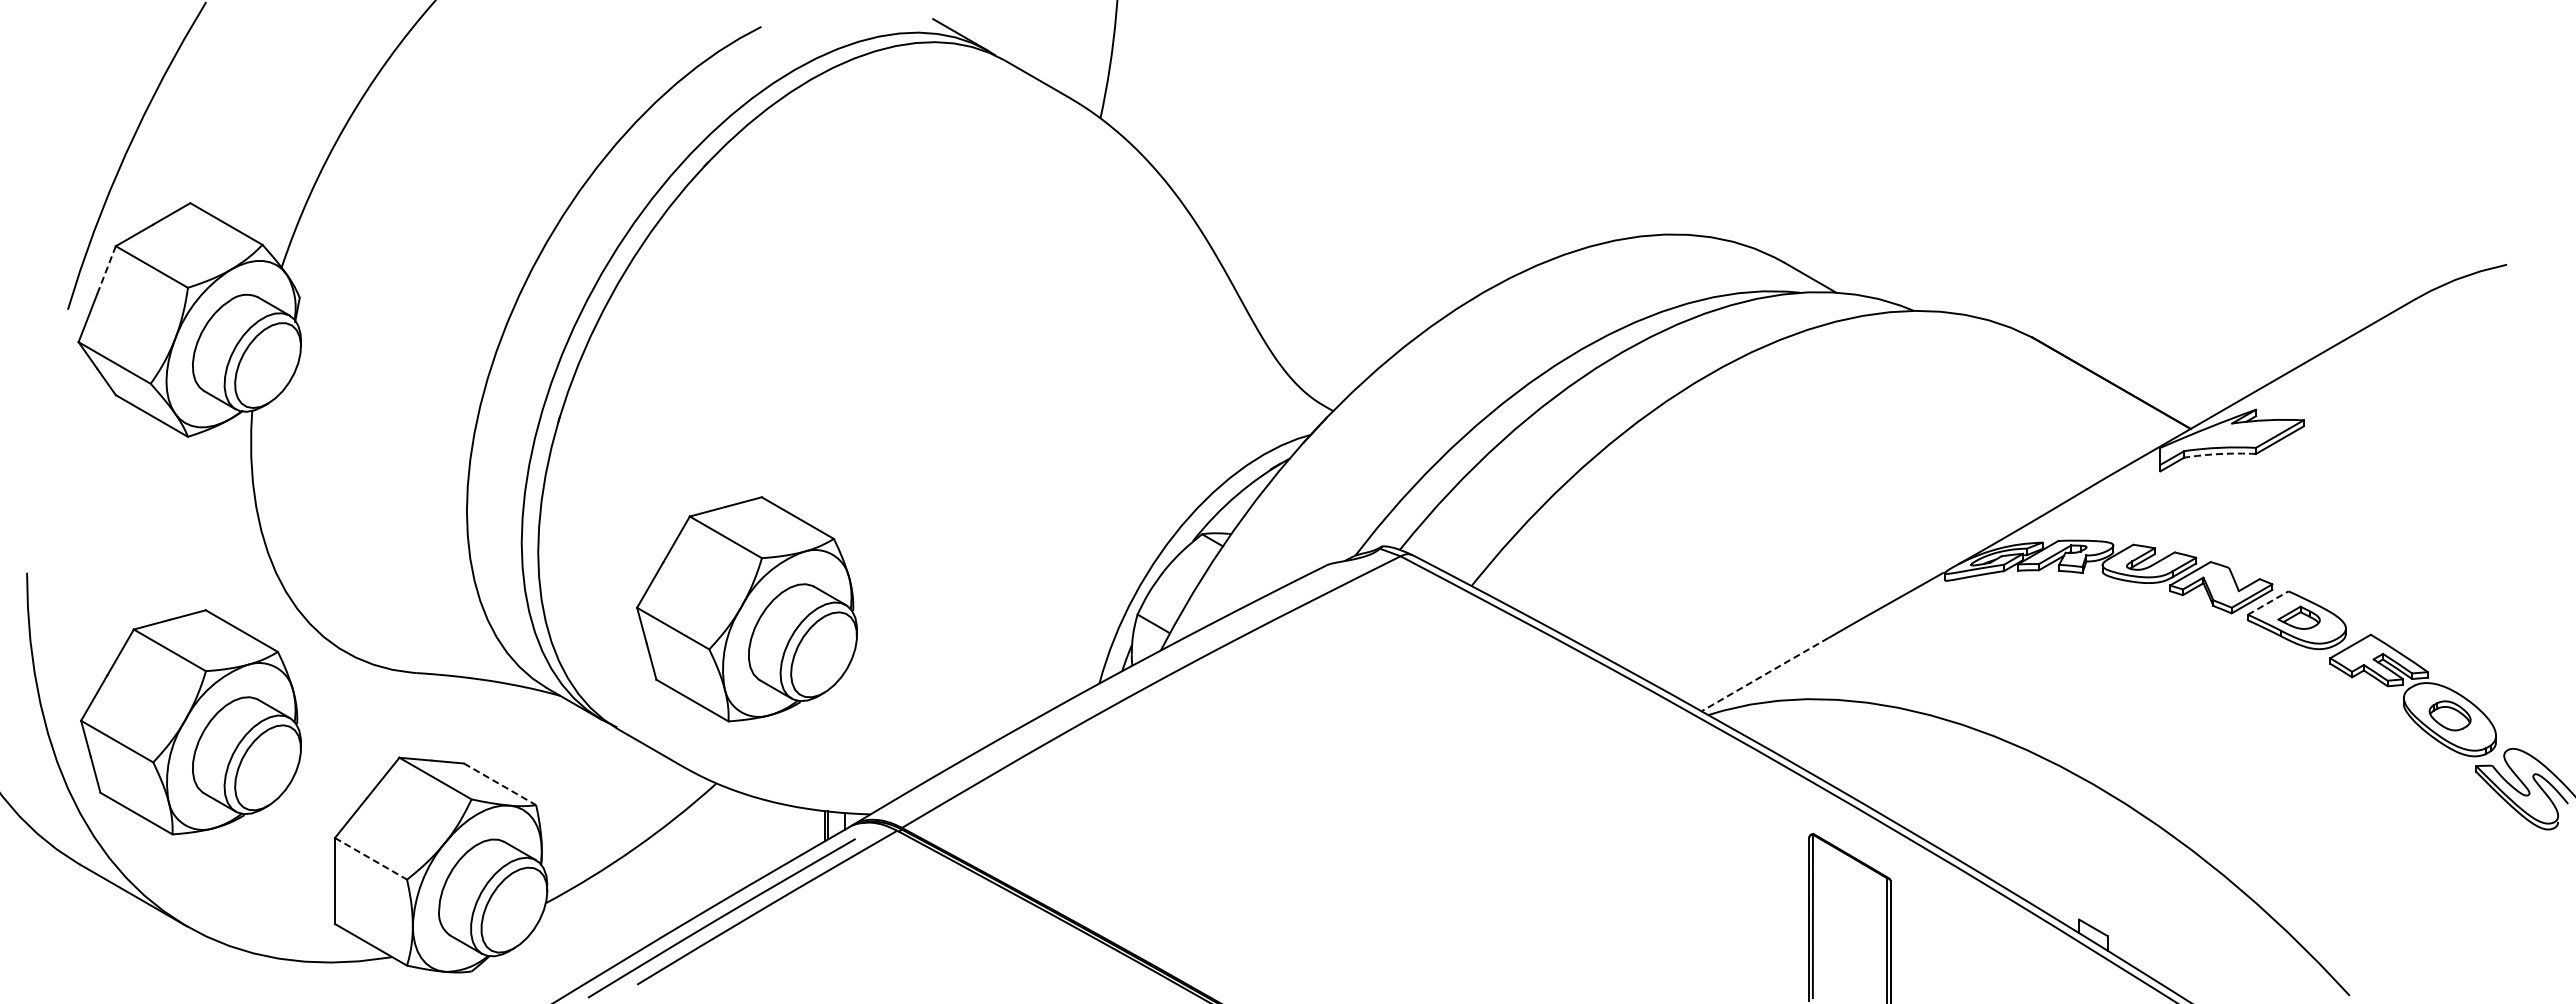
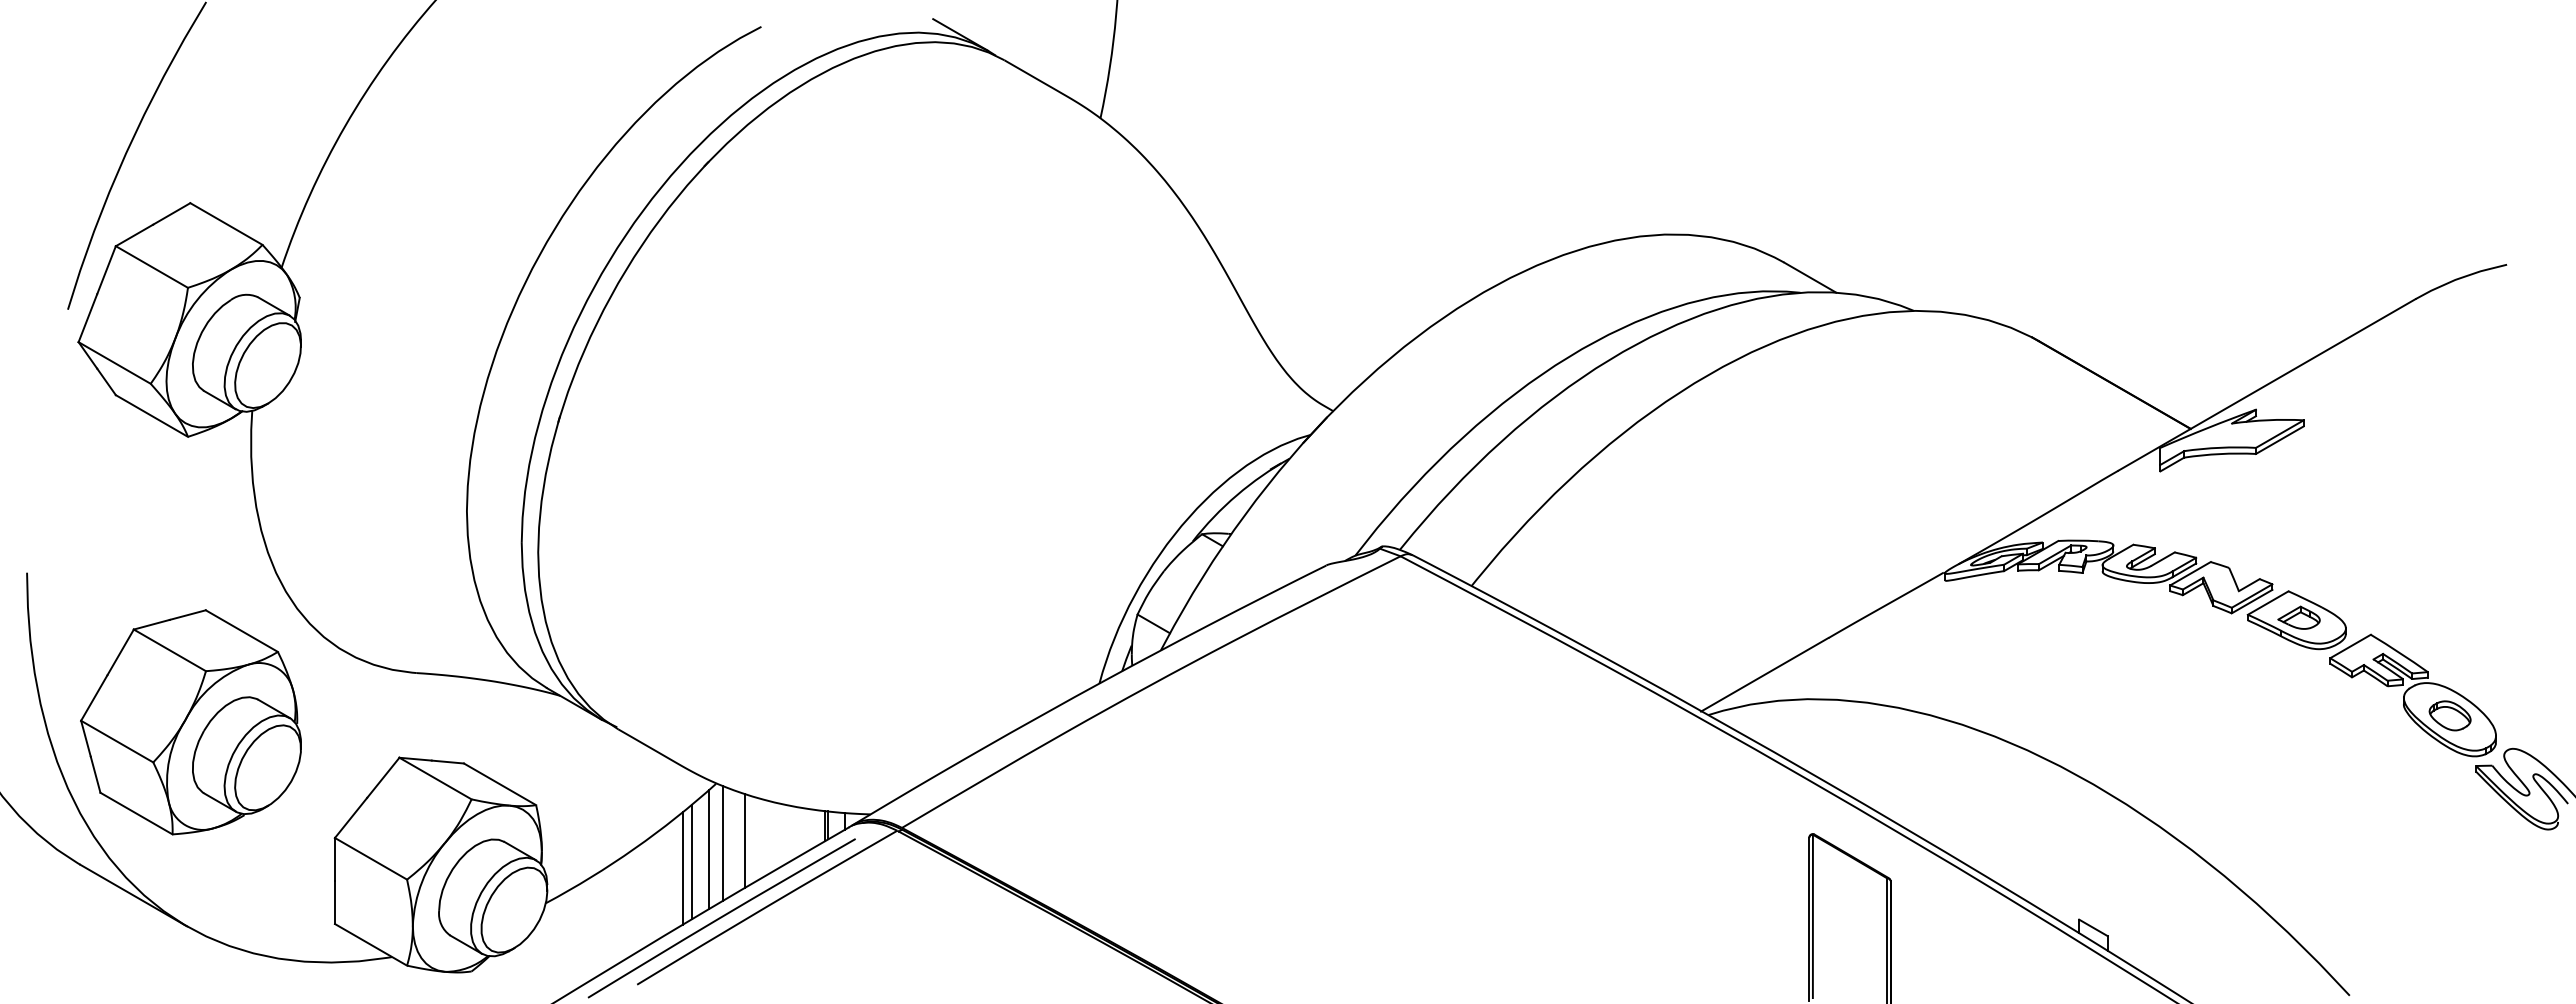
line at (106, 270): dashed -> solid
arc at (2220, 454): dashed -> solid
line at (2268, 602): dashed -> solid
part at (746, 609): present -> none
line at (1764, 674): dashed -> solid
line at (500, 784): dashed -> solid
line at (744, 840): none -> present
line at (723, 843): none -> present
line at (708, 849): none -> present
line at (371, 858): dashed -> solid
line at (692, 861): none -> present
line at (683, 867): none -> present
